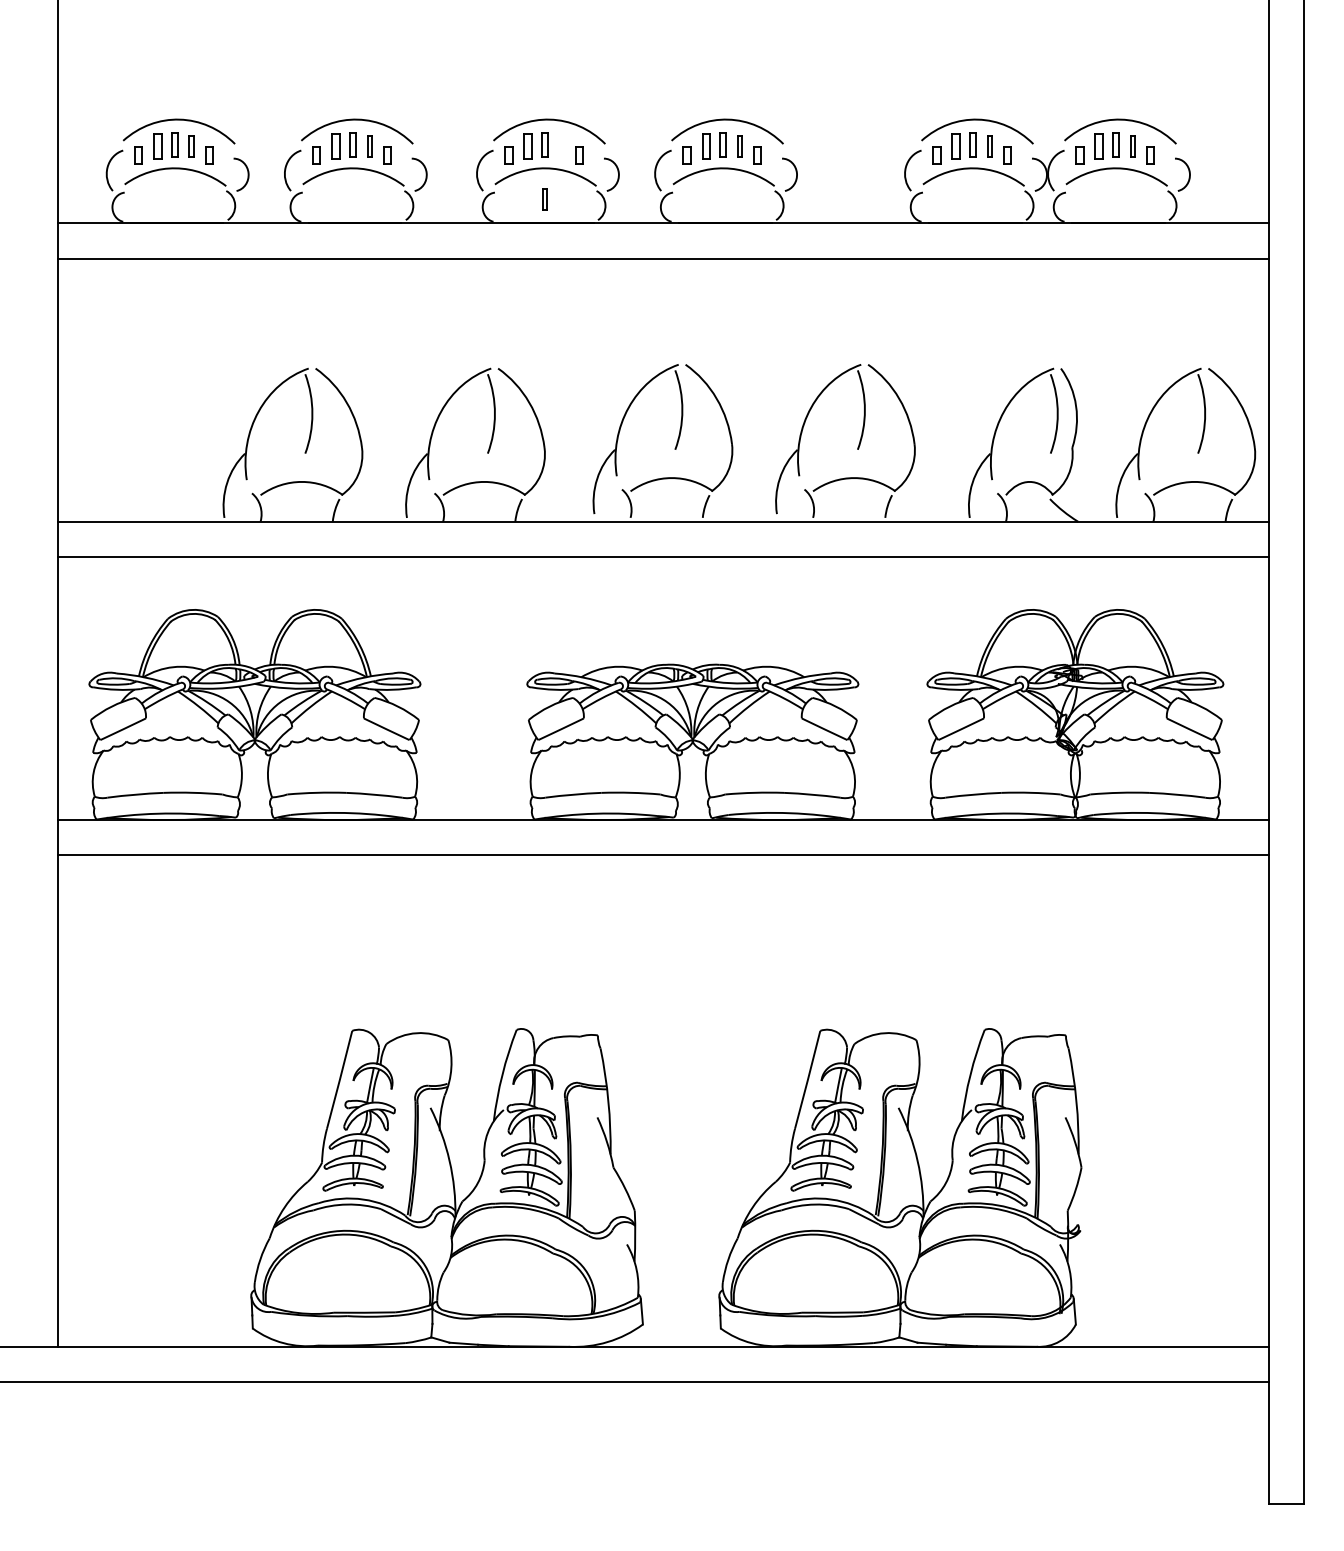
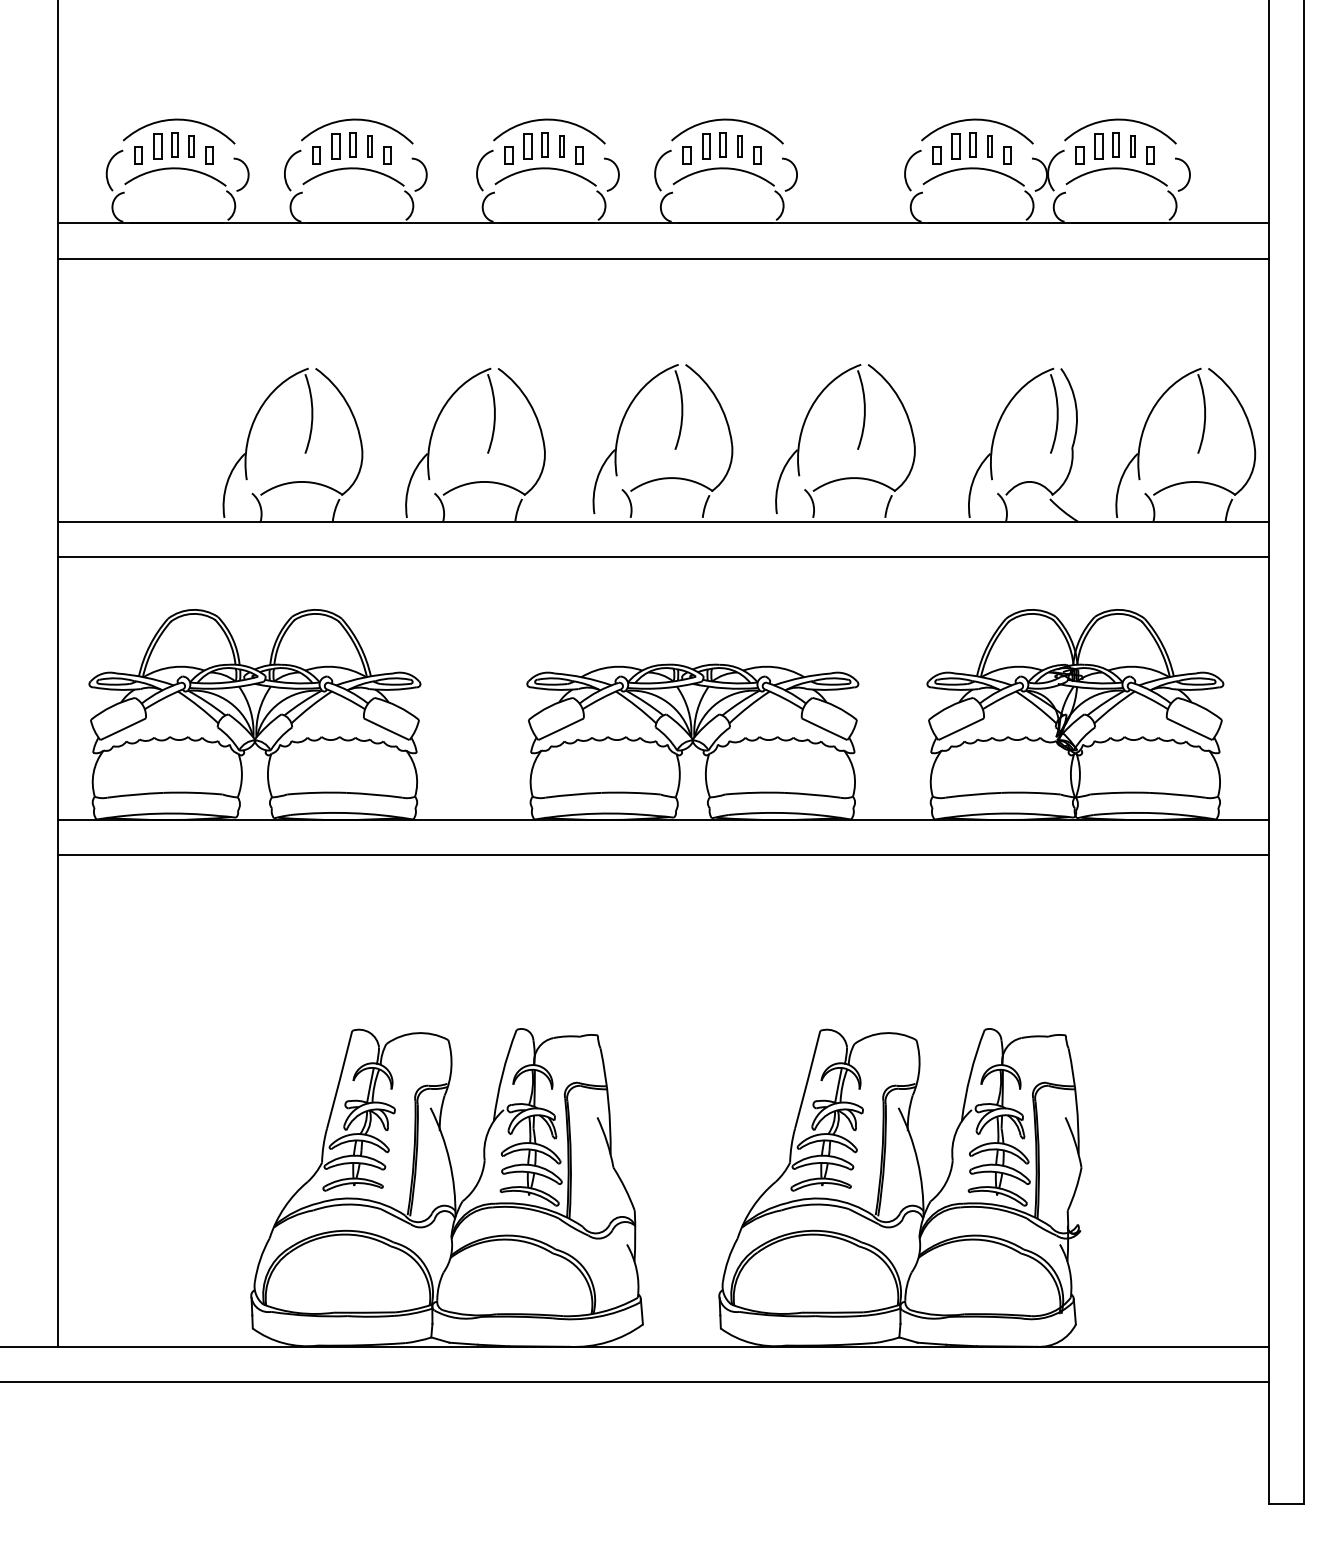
part at (544, 199) position: (544, 199) -> (561, 146)
